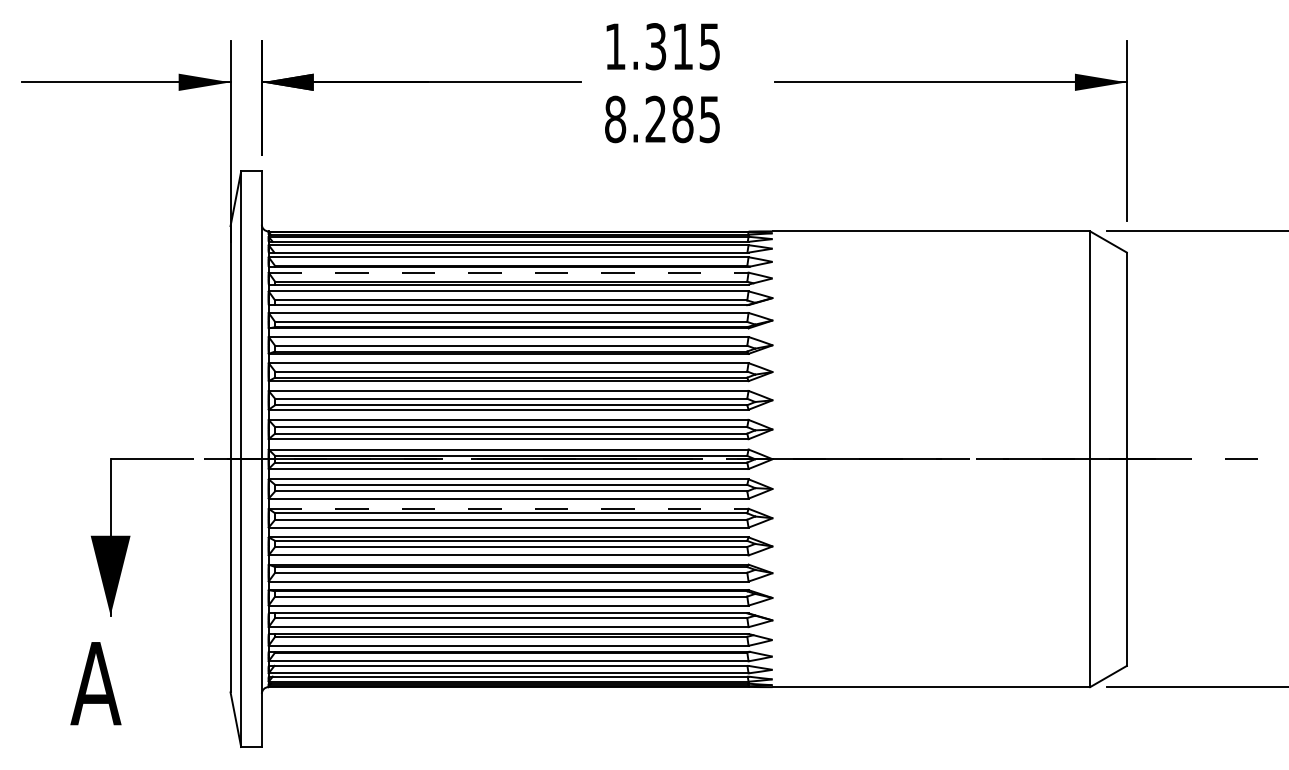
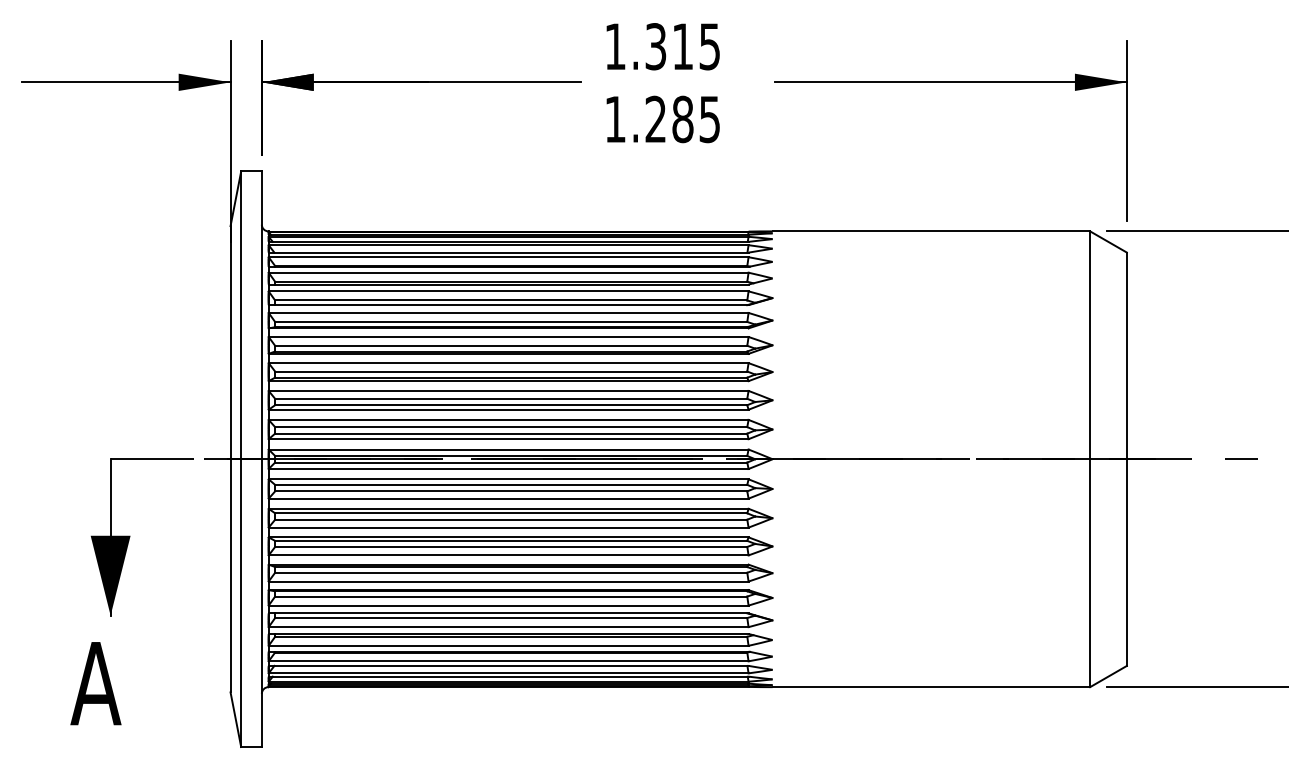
text at (615, 119): 8.285 -> 1.285
line at (508, 272): dashed -> solid
line at (508, 508): dashed -> solid
